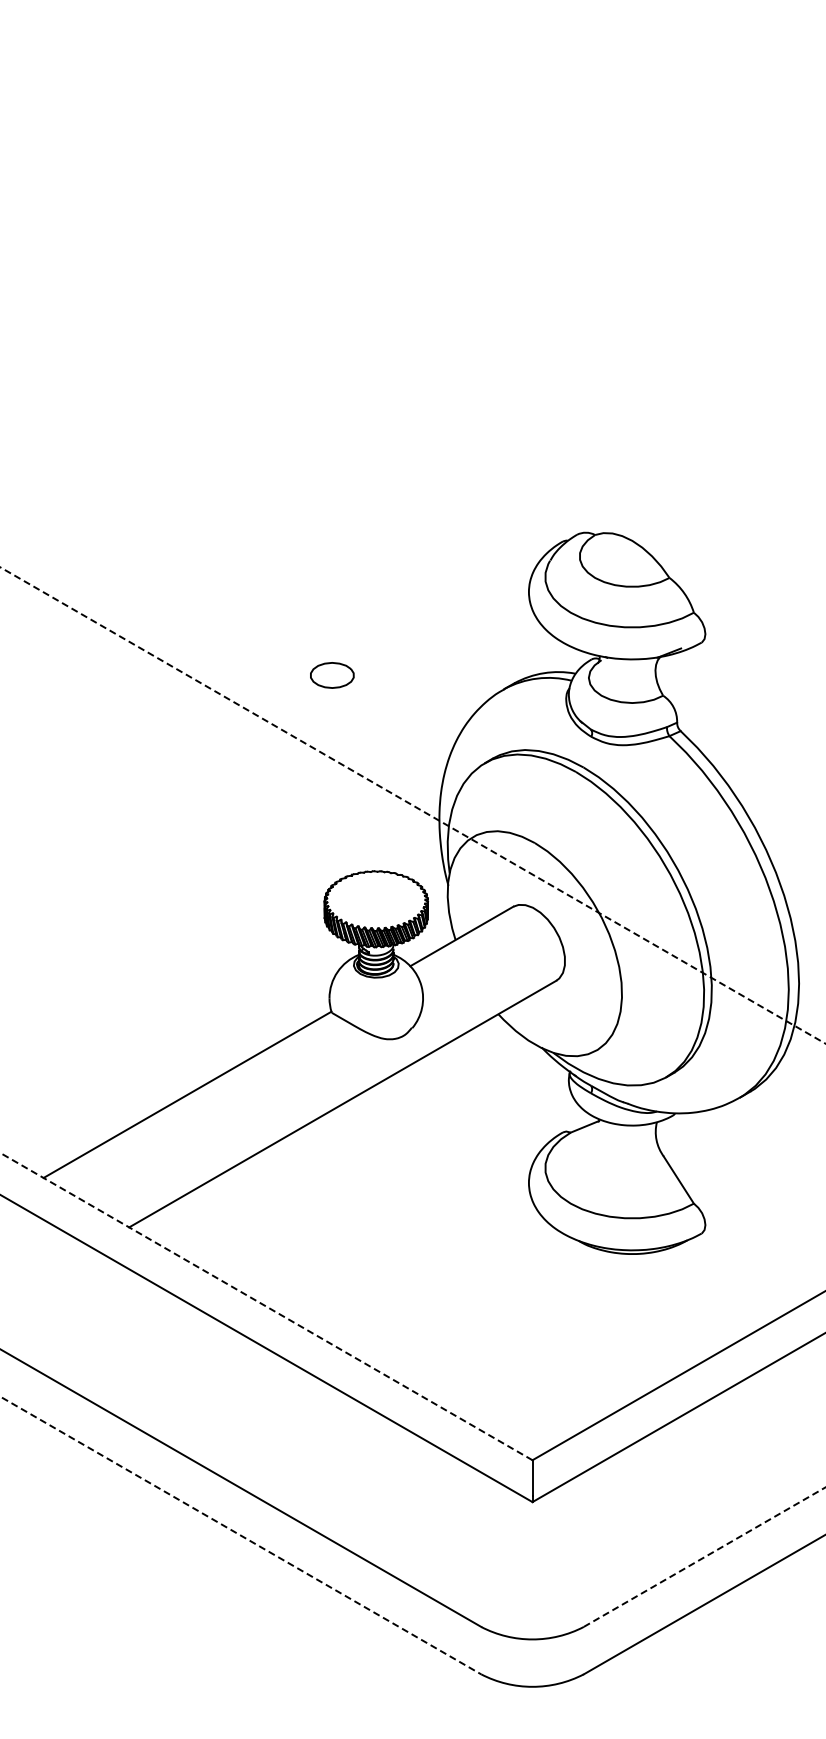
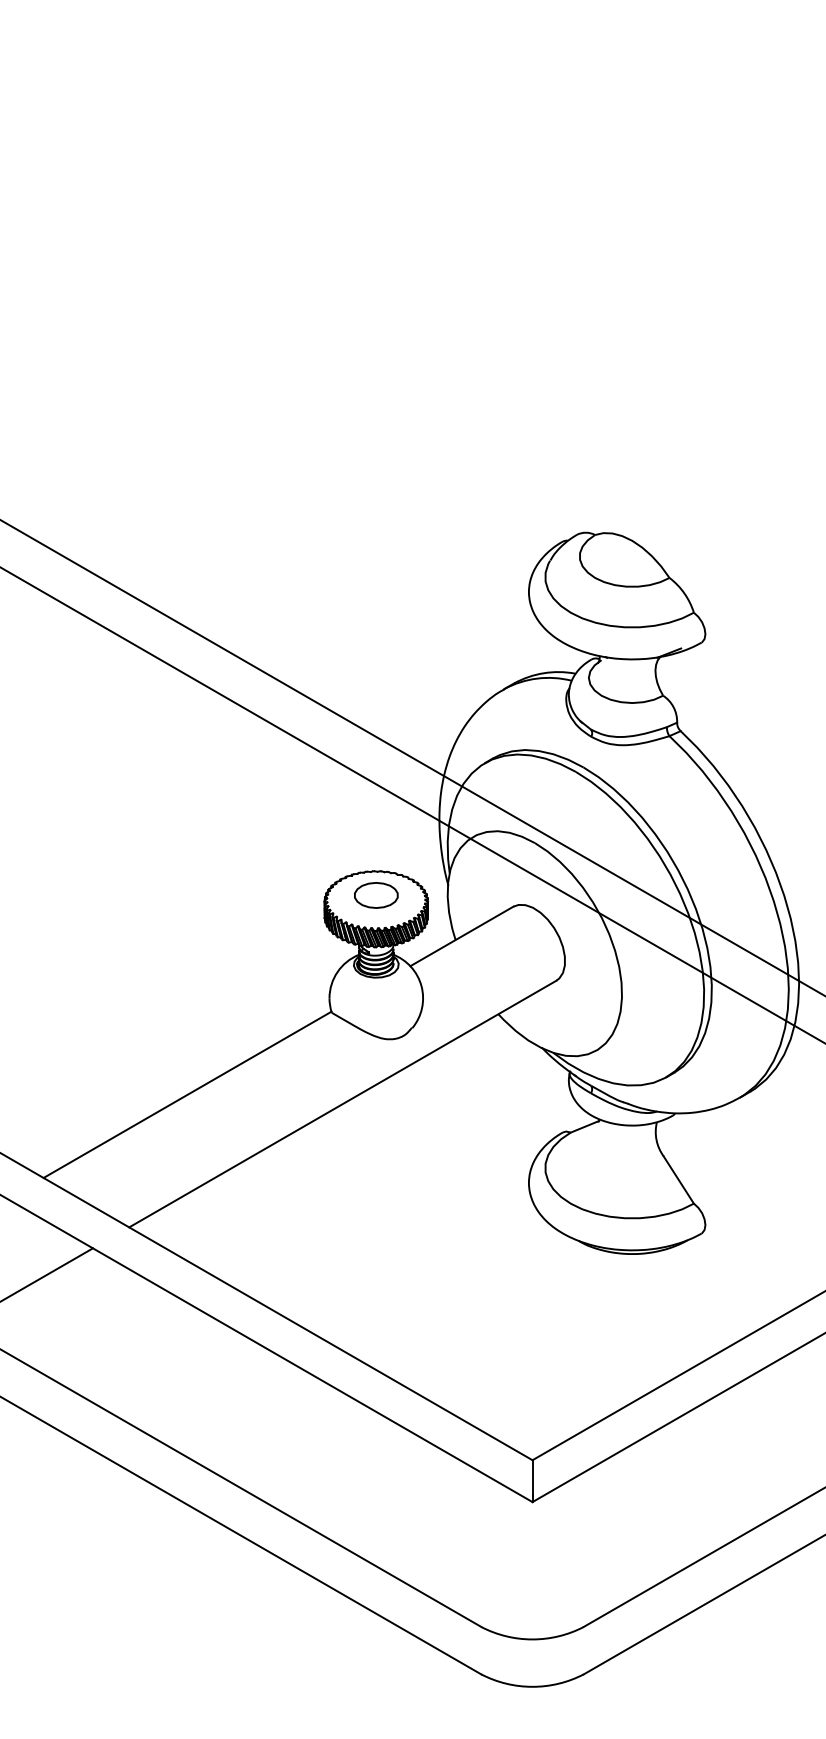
part at (332, 675) position: (332, 675) -> (376, 895)
line at (412, 757): none -> present
line at (412, 805): dashed -> solid
line at (47, 1274): none -> present
line at (266, 1306): dashed -> solid
line at (240, 1535): dashed -> solid
line at (704, 1556): dashed -> solid
